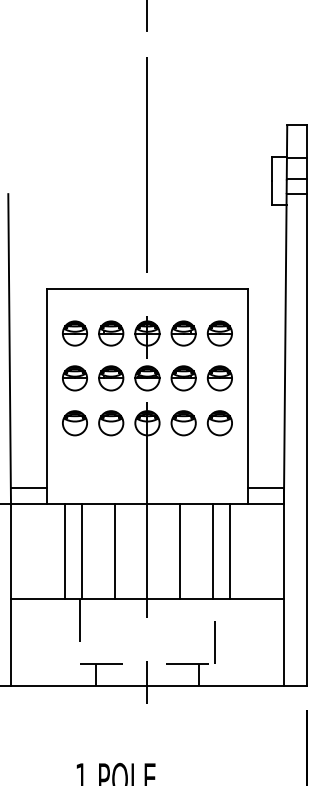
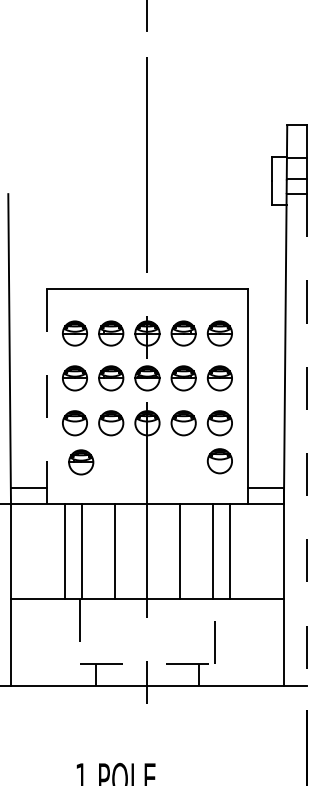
line at (46, 396): solid -> dashed
line at (307, 439): solid -> dashed
part at (219, 461): none -> present
part at (81, 462): none -> present
